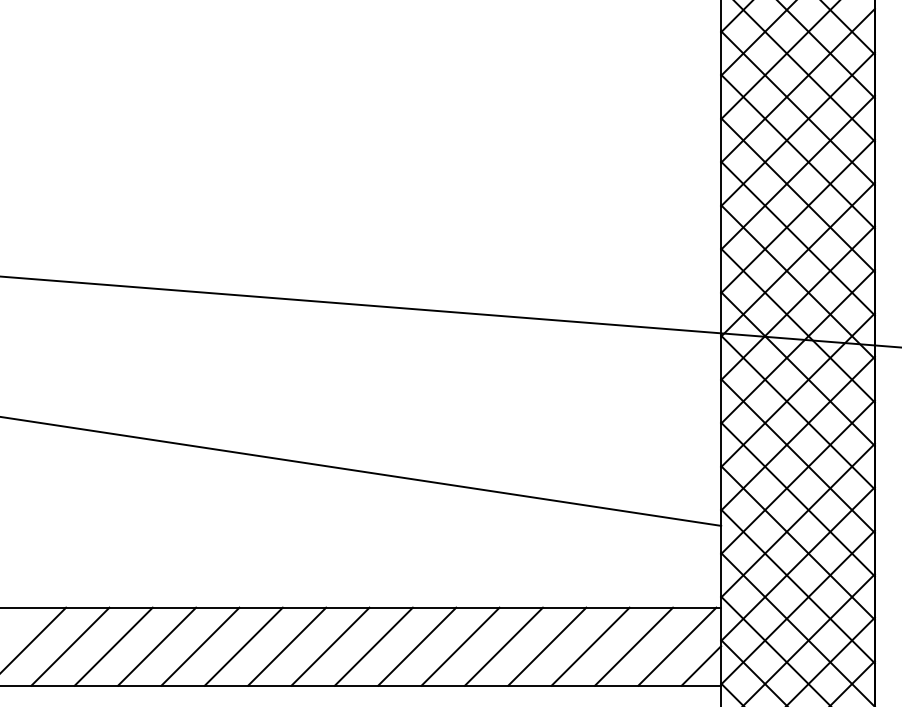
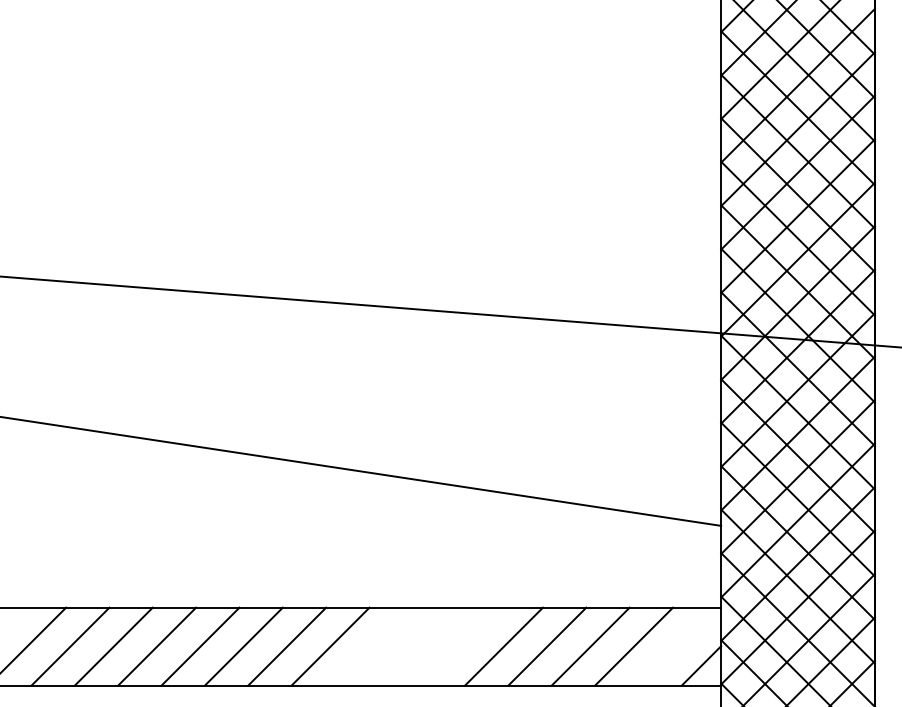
line at (373, 646): present -> none
line at (417, 646): present -> none
line at (460, 646): present -> none
line at (677, 646): present -> none
